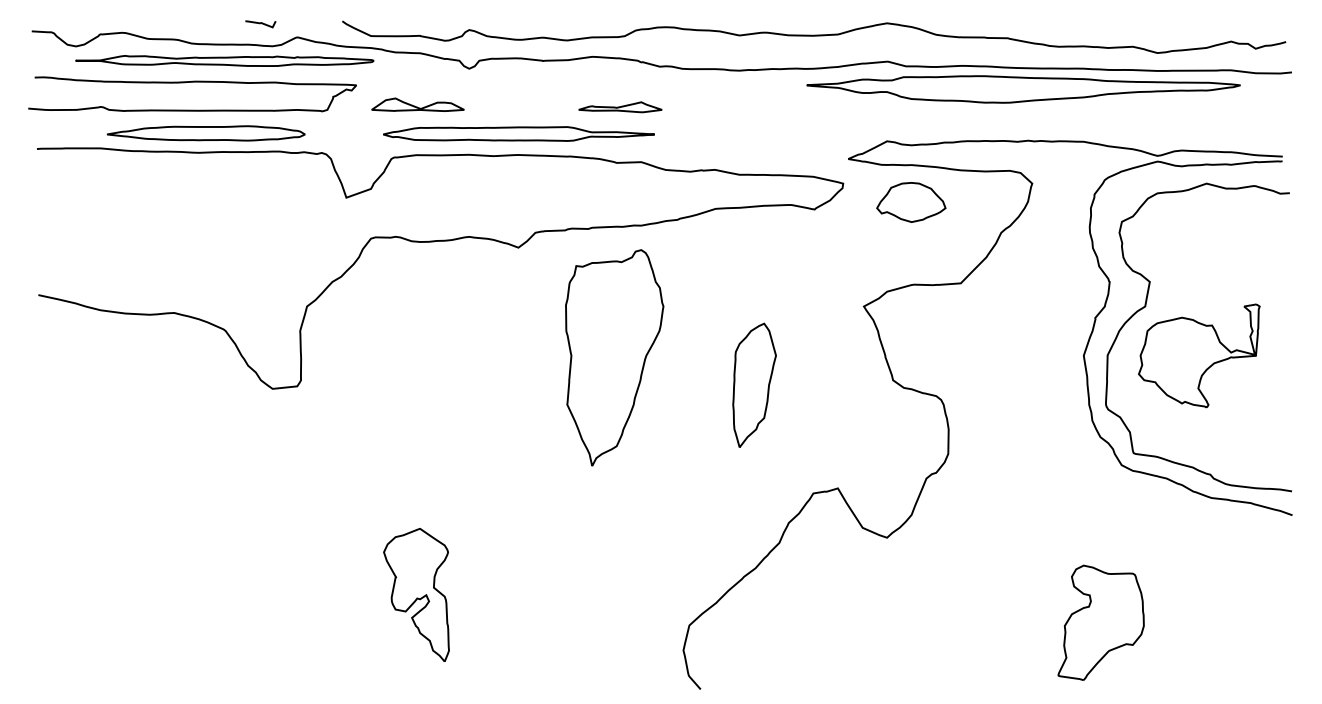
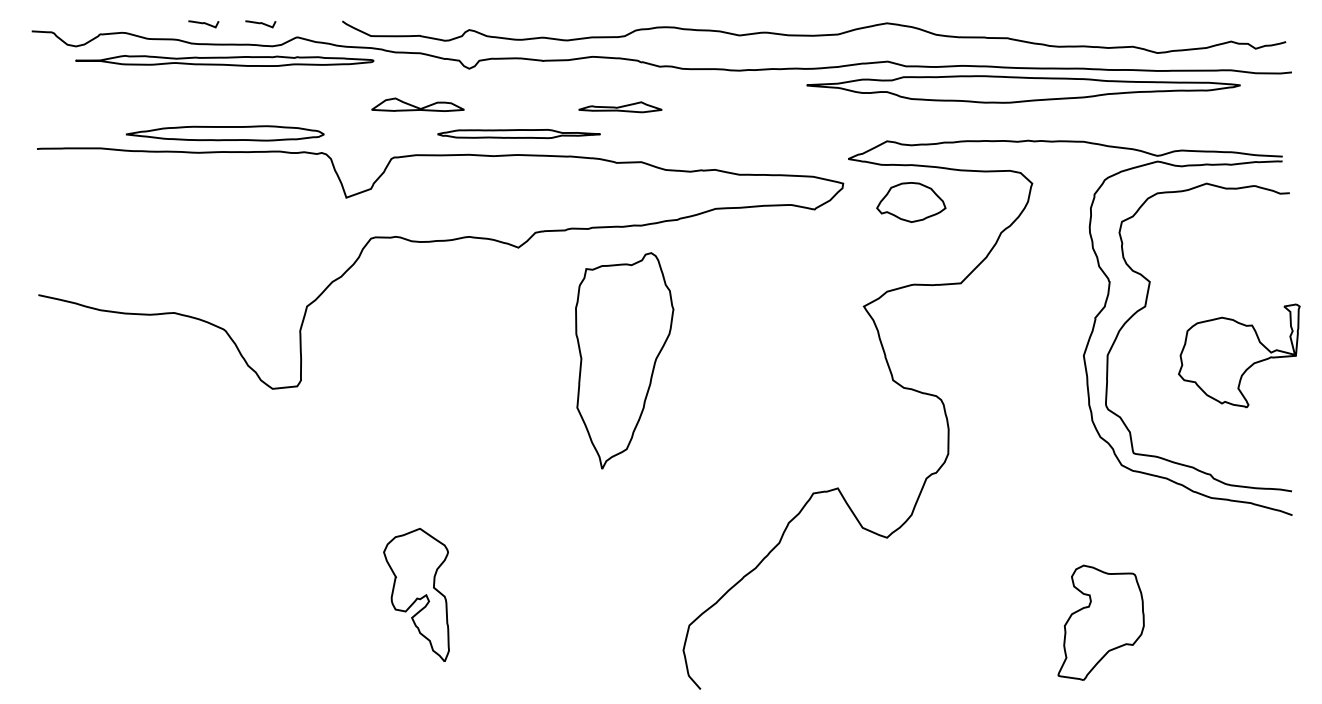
curve at (203, 24): none -> present
curve at (192, 82): present -> none
part at (205, 133) position: (205, 133) -> (224, 133)
part at (518, 133) size: 272x16 px -> 164x11 px
part at (1199, 355) position: (1199, 355) -> (1239, 355)
part at (614, 357) position: (614, 357) -> (624, 360)
part at (754, 384): present -> none
